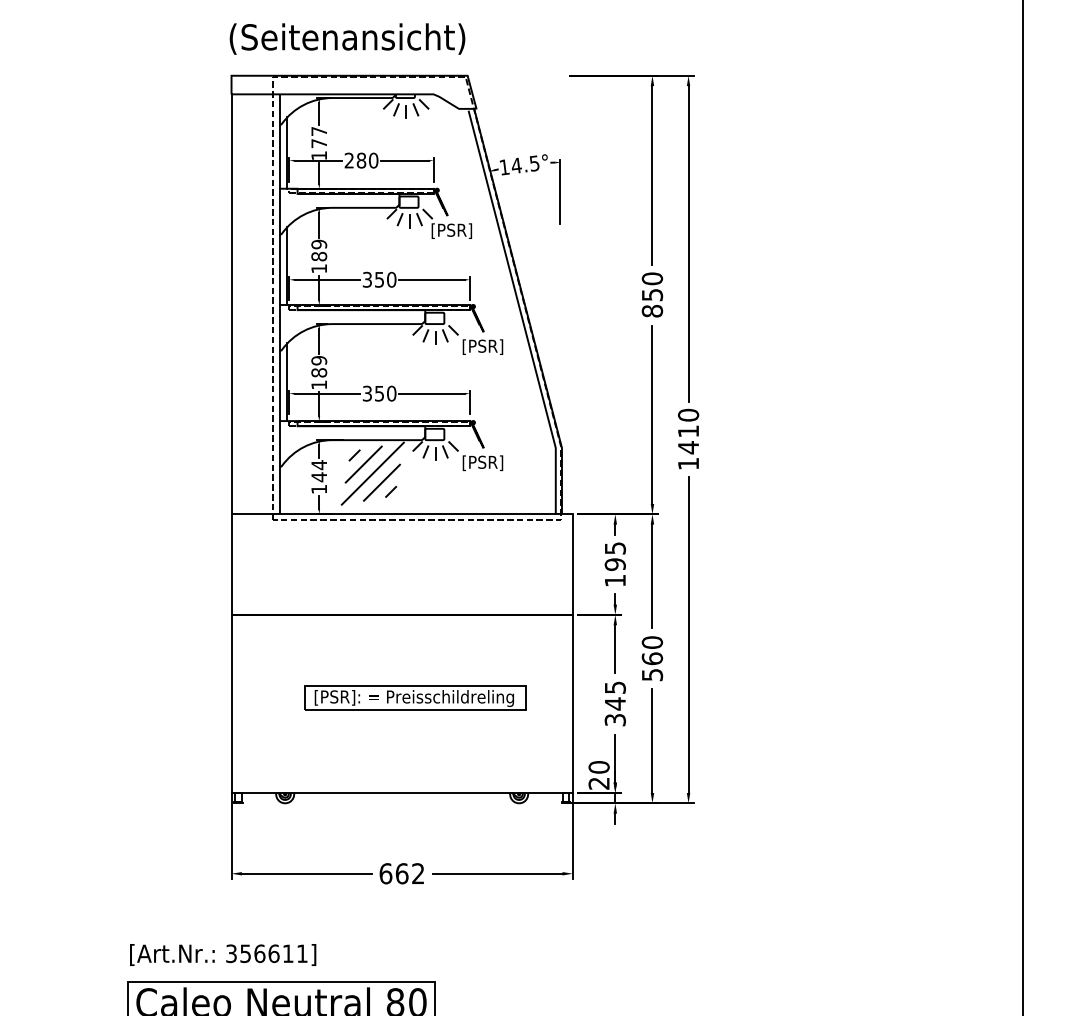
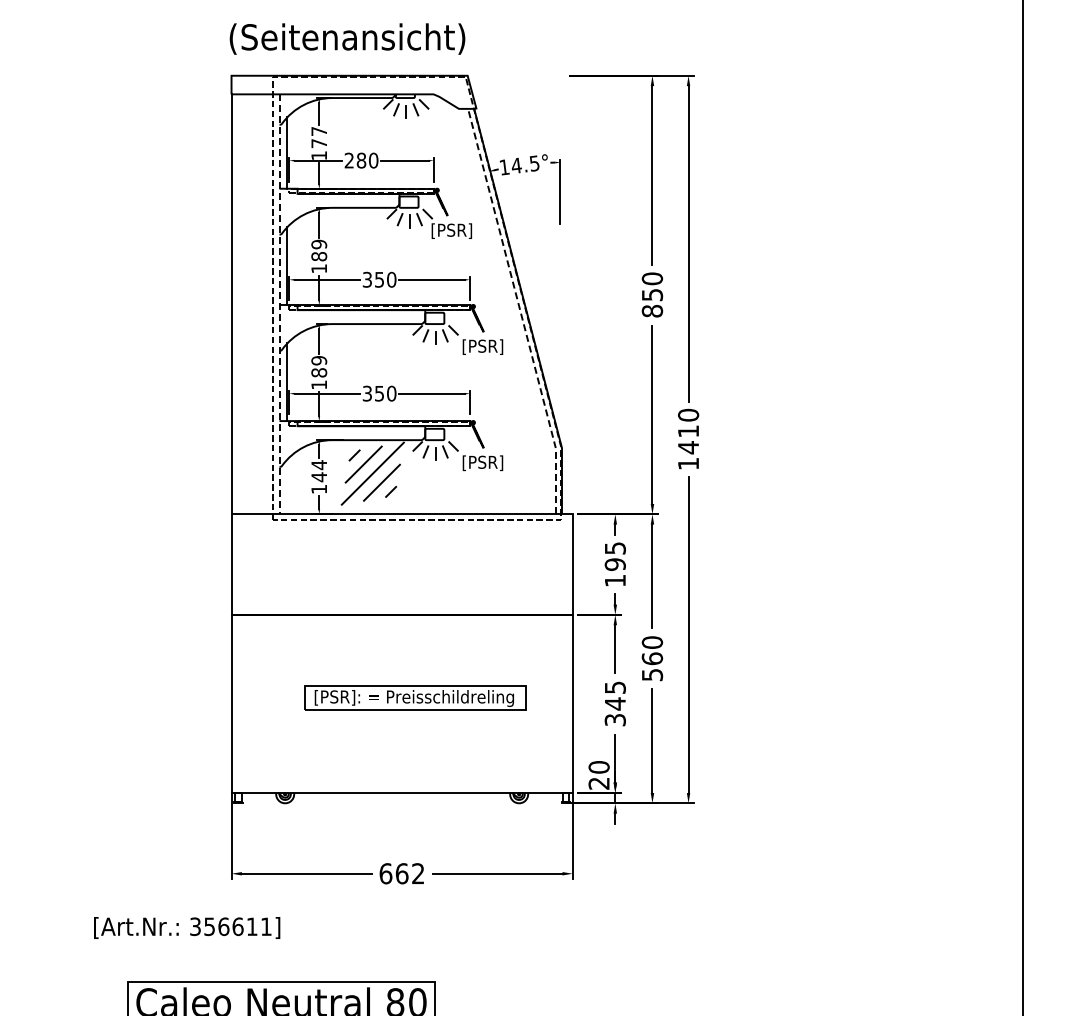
line at (279, 304): solid -> dashed
line at (520, 311): solid -> dashed
text at (223, 954) position: (223, 954) -> (187, 927)
